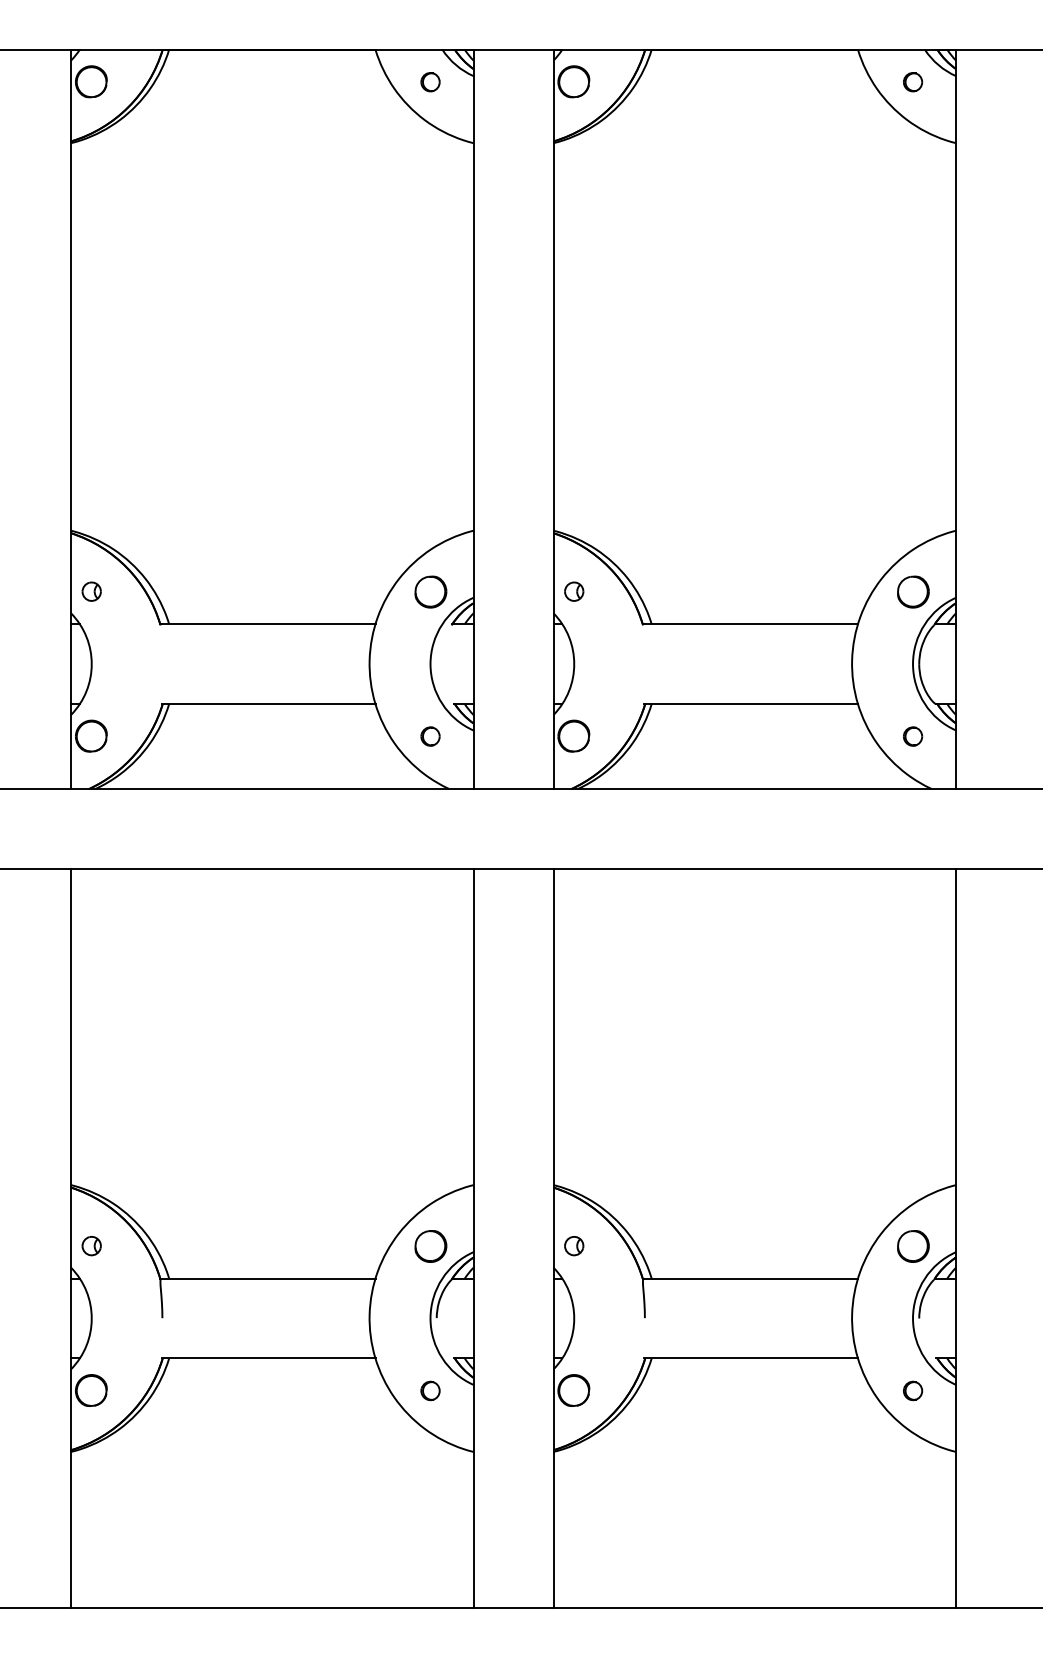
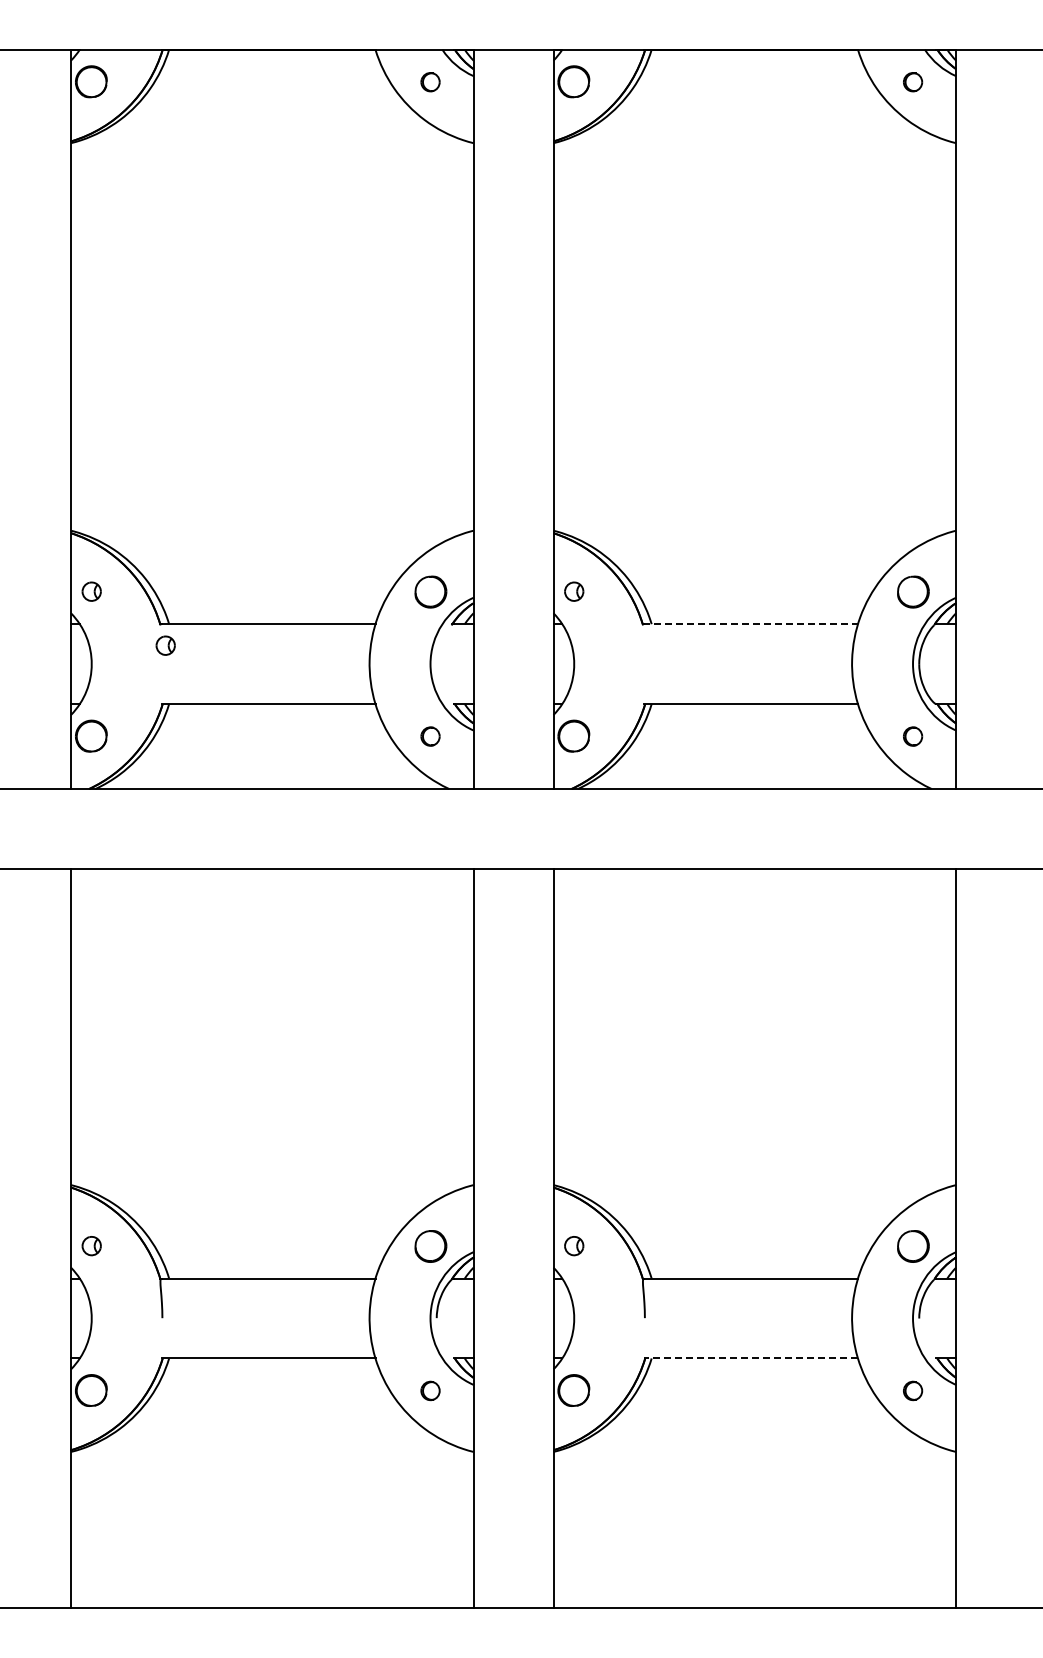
line at (750, 624): solid -> dashed
part at (165, 645): none -> present
line at (751, 1358): solid -> dashed
